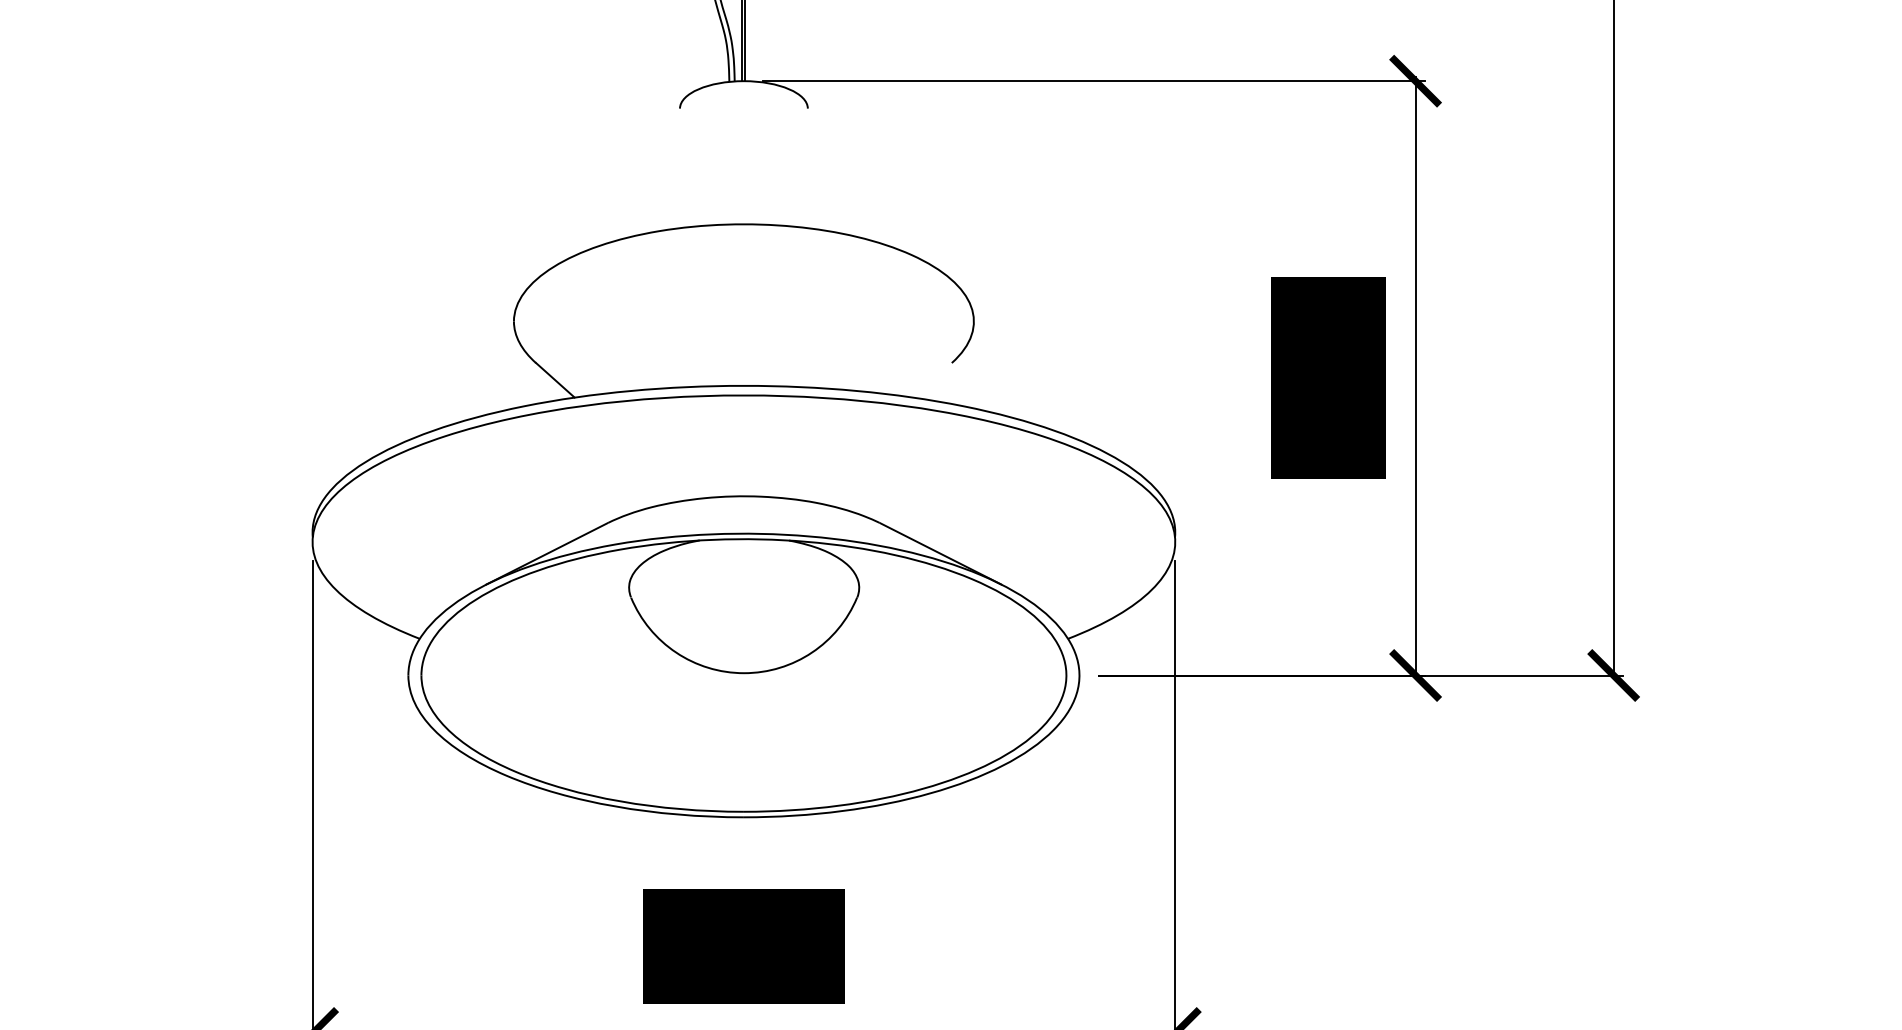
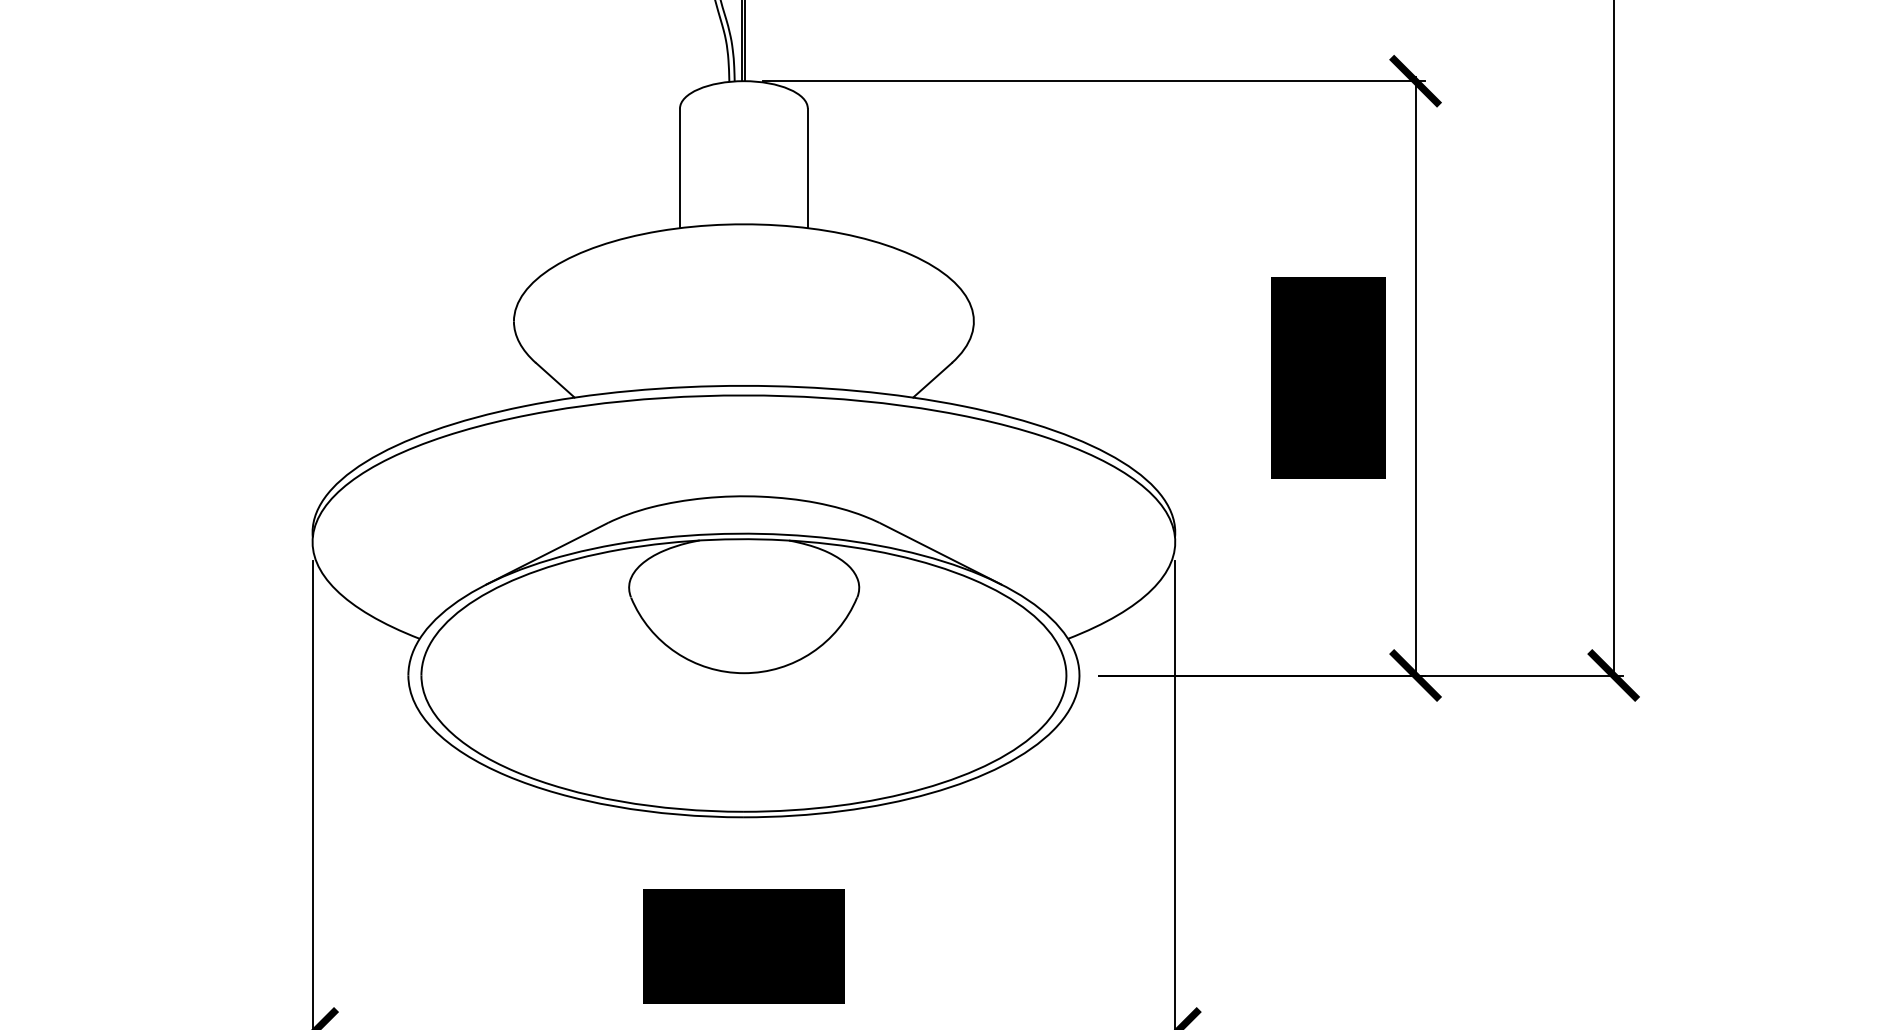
line at (680, 168): none -> present
line at (807, 168): none -> present
line at (932, 379): none -> present
